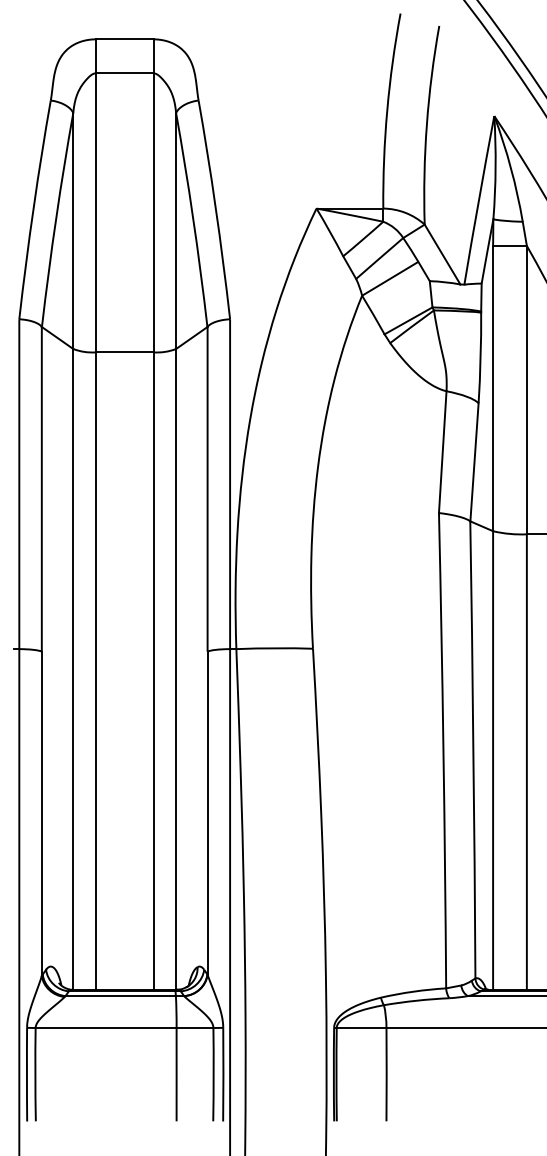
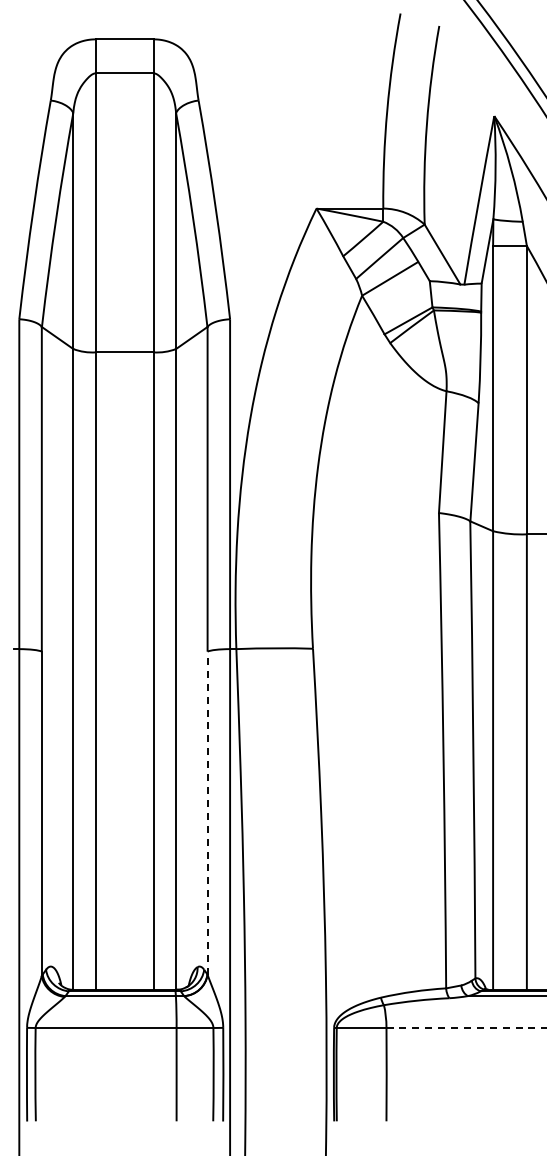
line at (207, 813): solid -> dashed
line at (466, 1028): solid -> dashed
